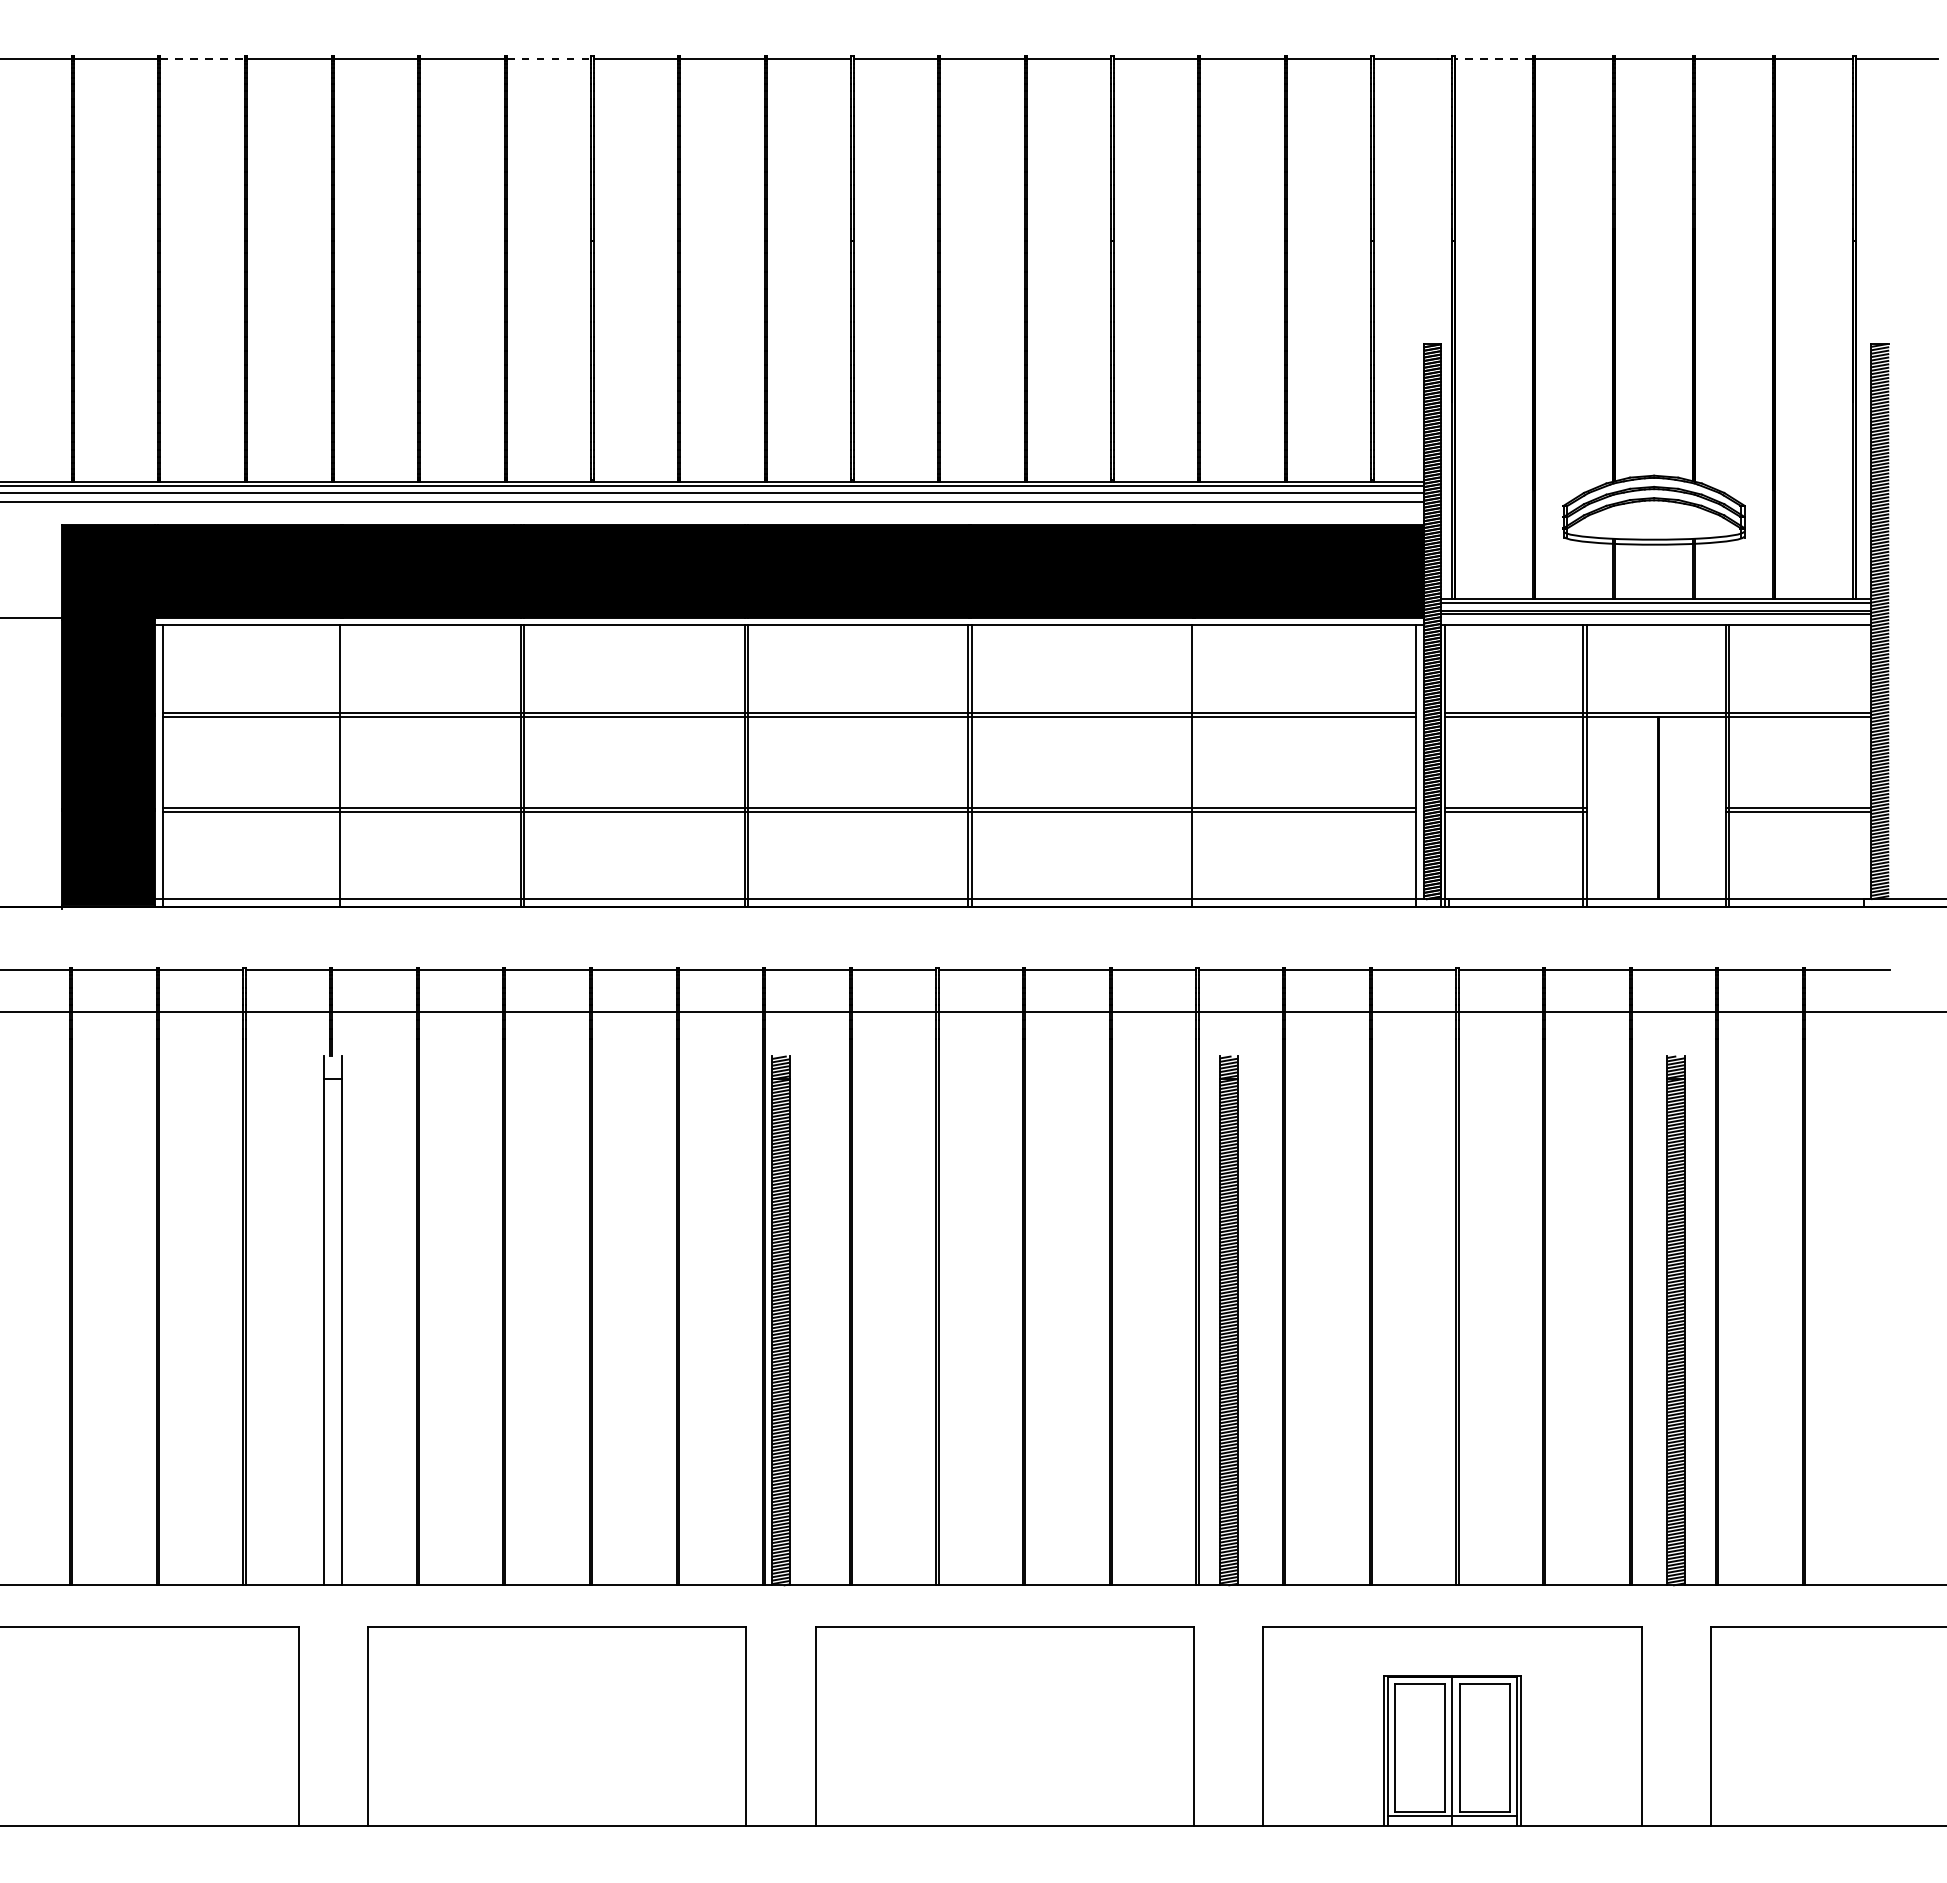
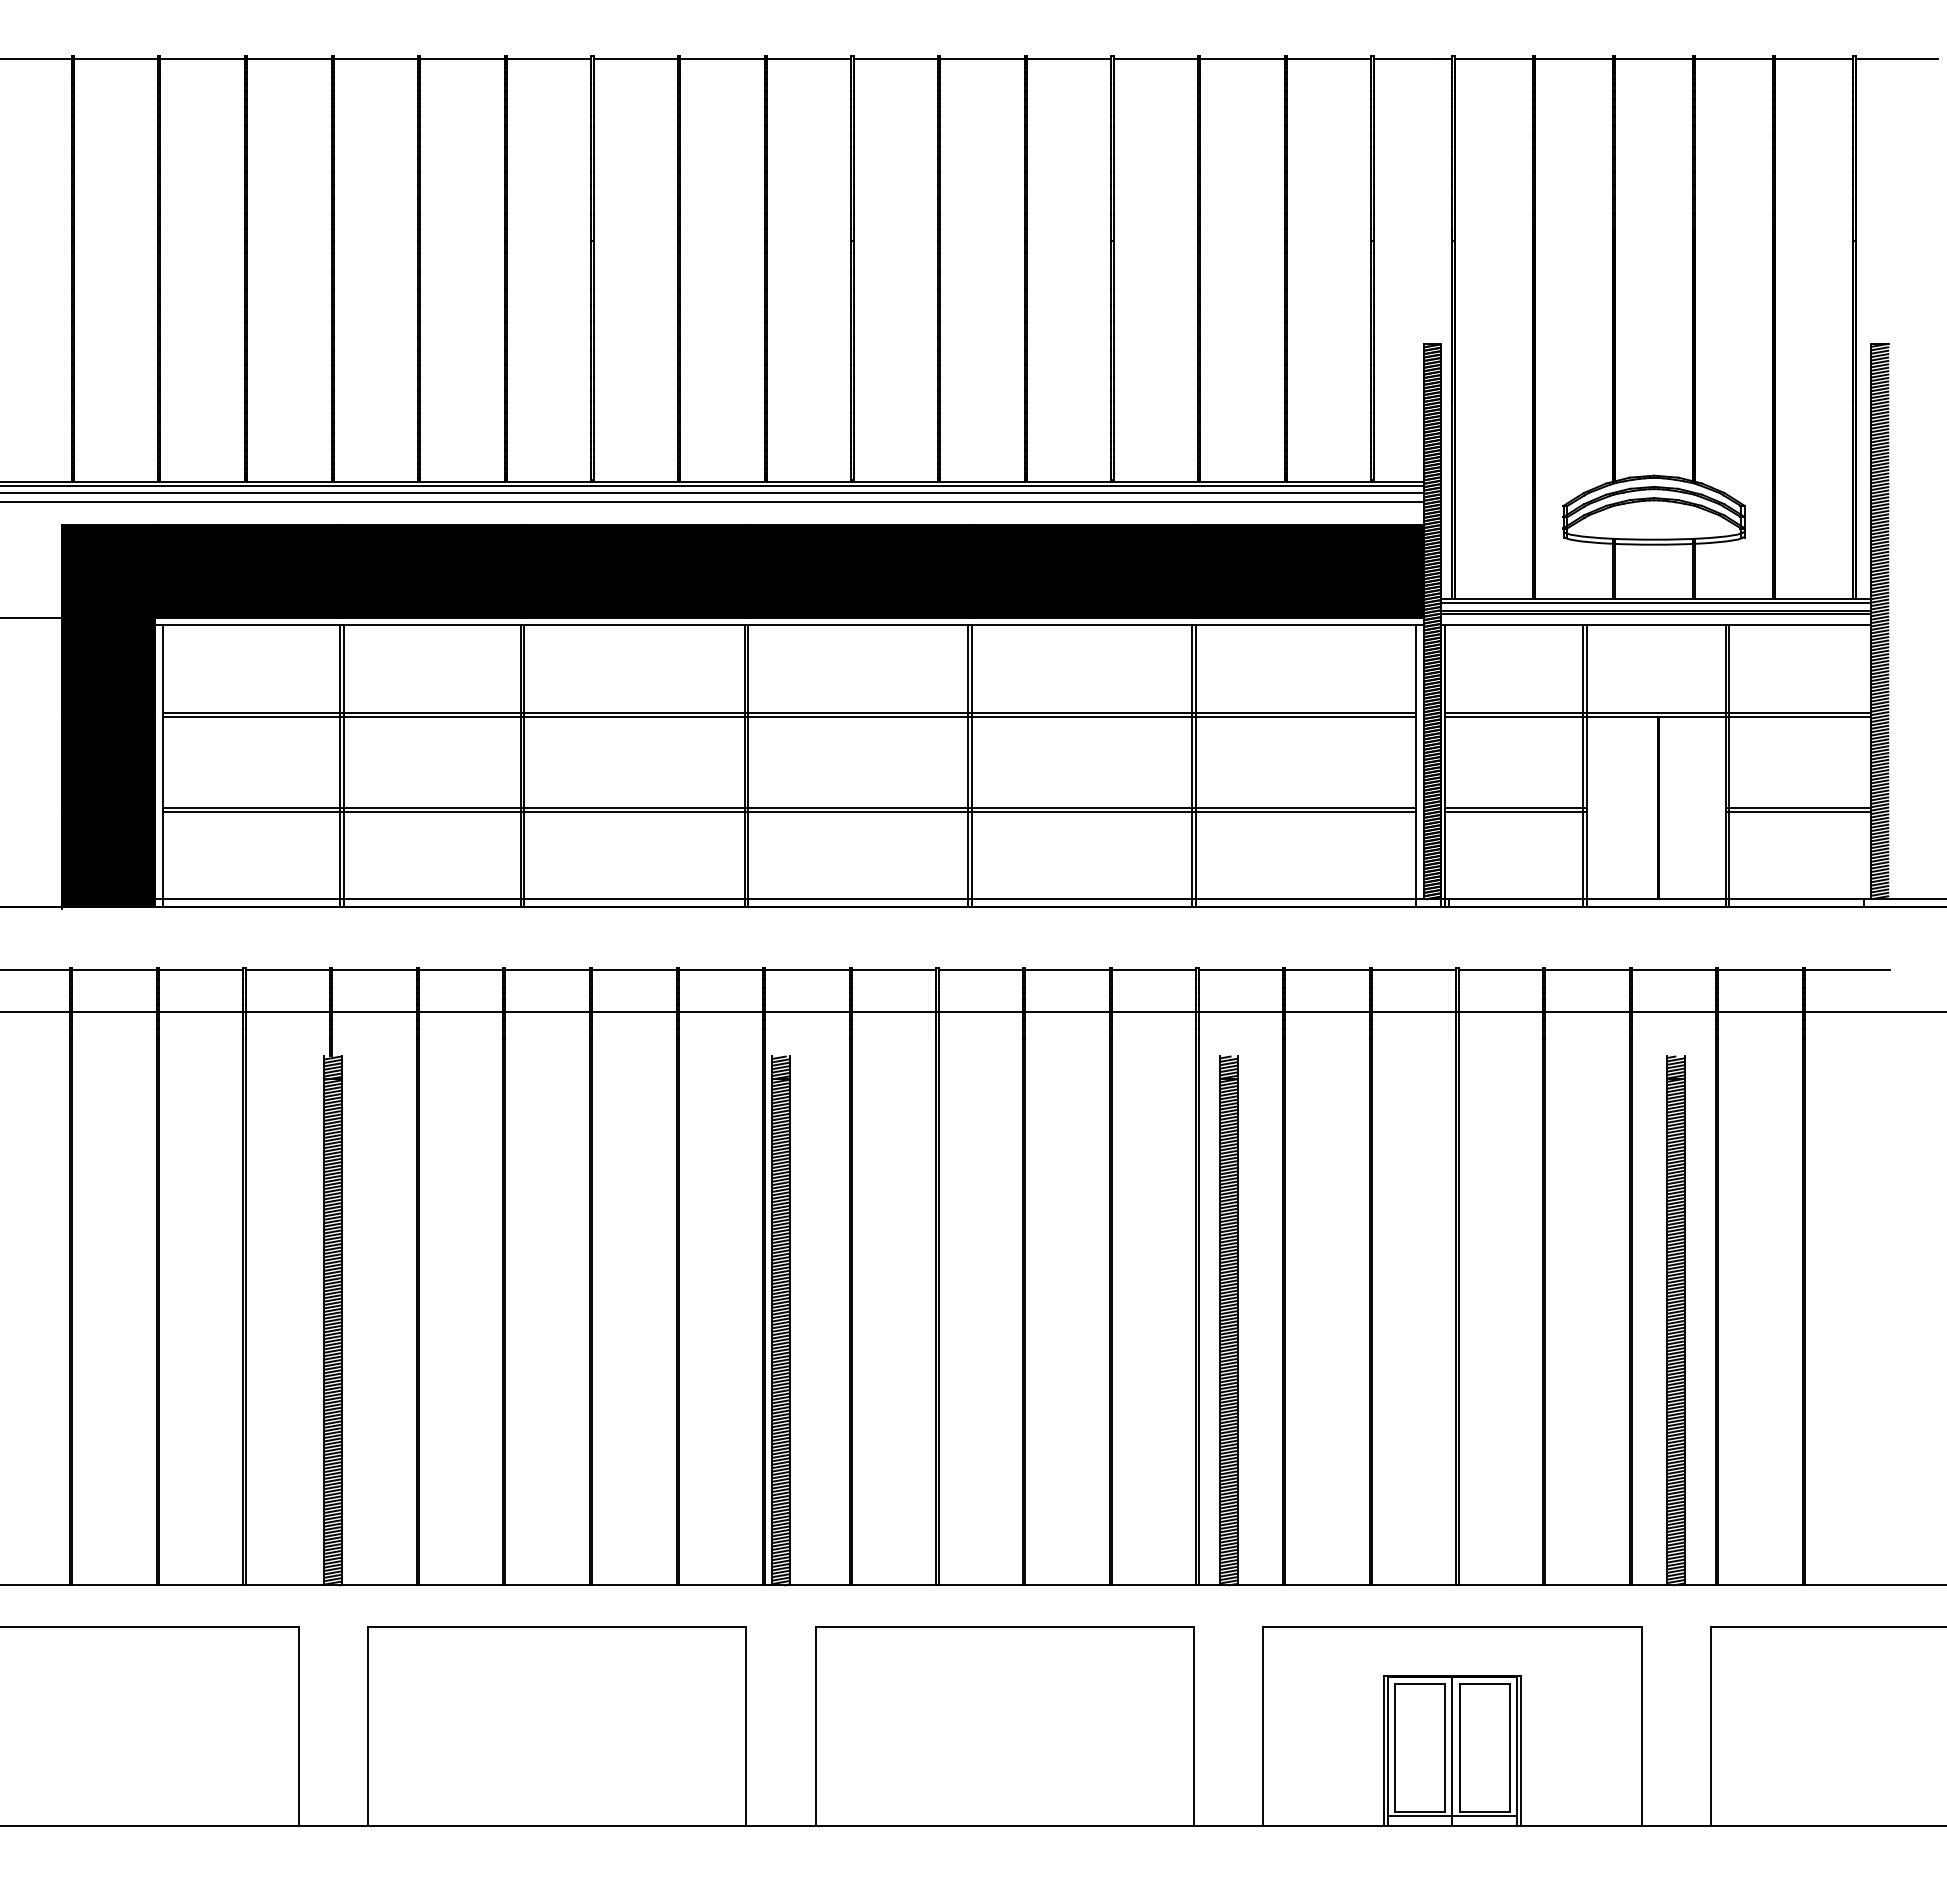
line at (203, 58): dashed -> solid
line at (549, 58): dashed -> solid
line at (1493, 58): dashed -> solid
line at (343, 765): none -> present
line at (1195, 765): none -> present
hatch at (333, 1320): none -> present
